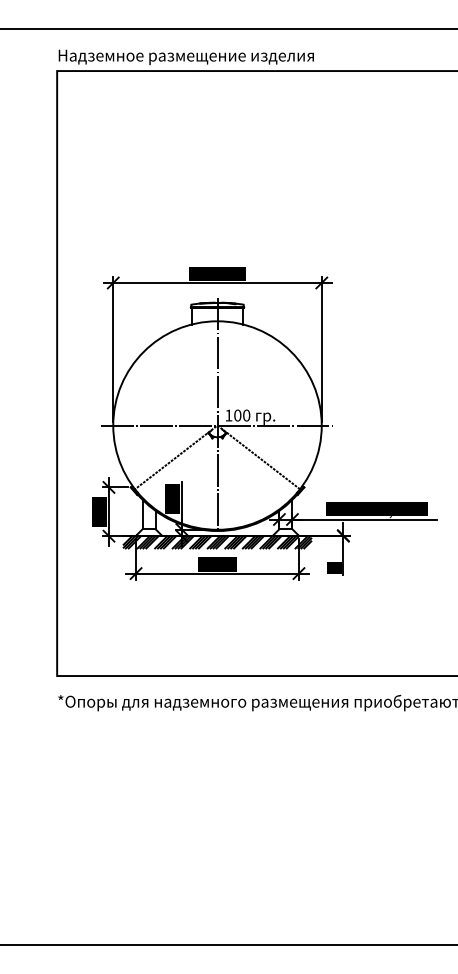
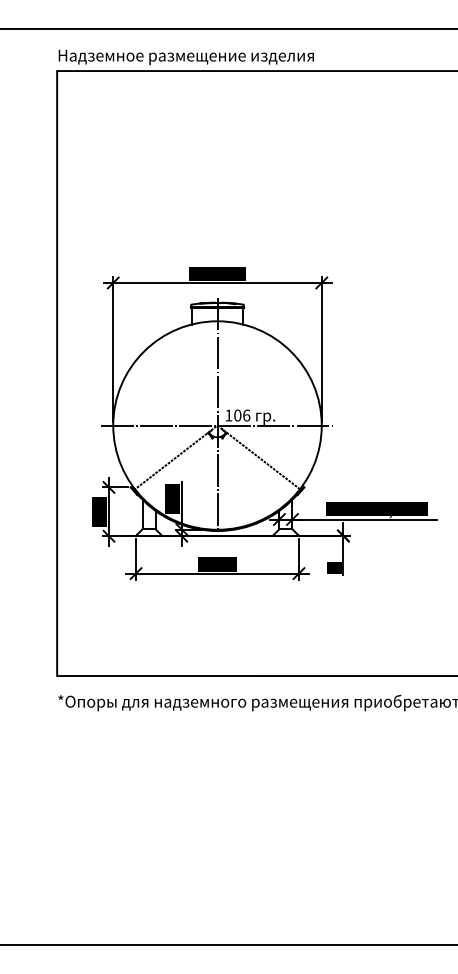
text at (246, 415): 100 -> 106
hatch at (217, 542): present -> none
